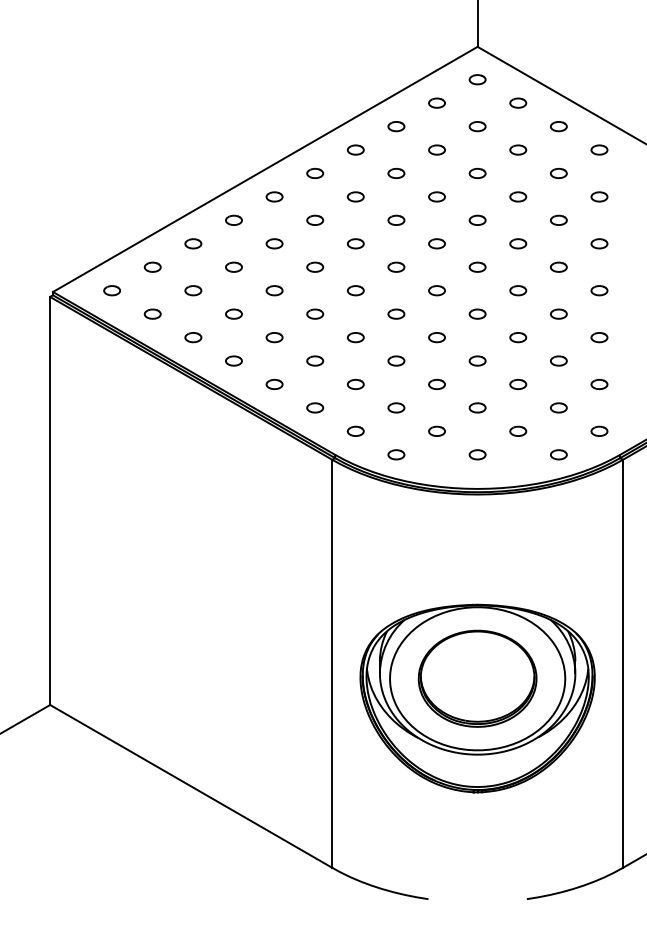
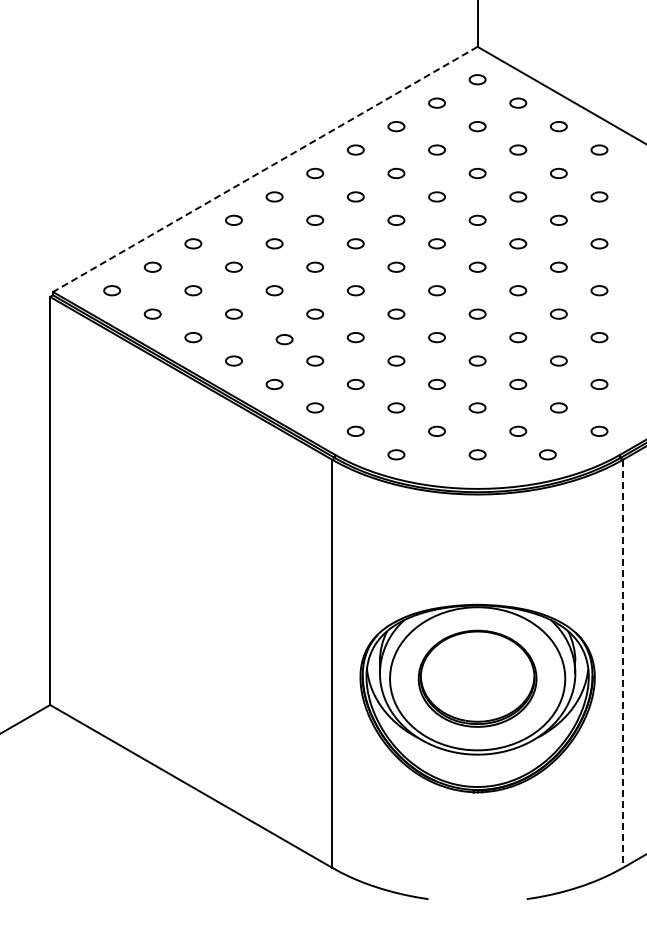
line at (264, 169): solid -> dashed
part at (274, 337) position: (274, 337) -> (284, 339)
part at (558, 454) position: (558, 454) -> (547, 454)
line at (622, 664): solid -> dashed
